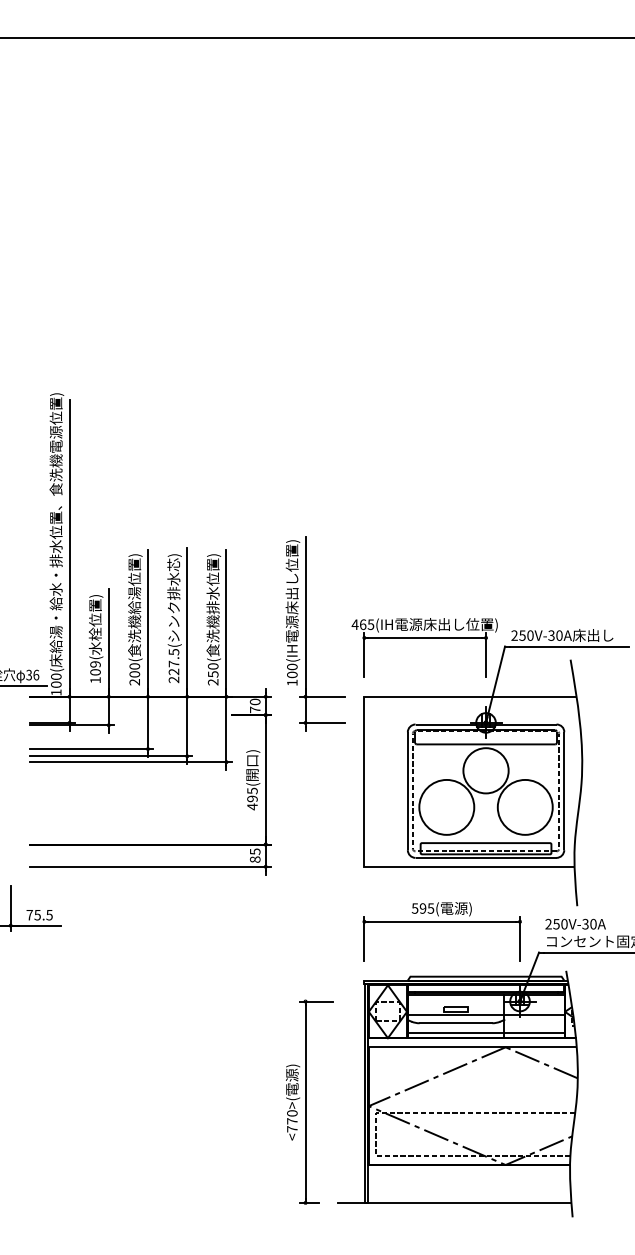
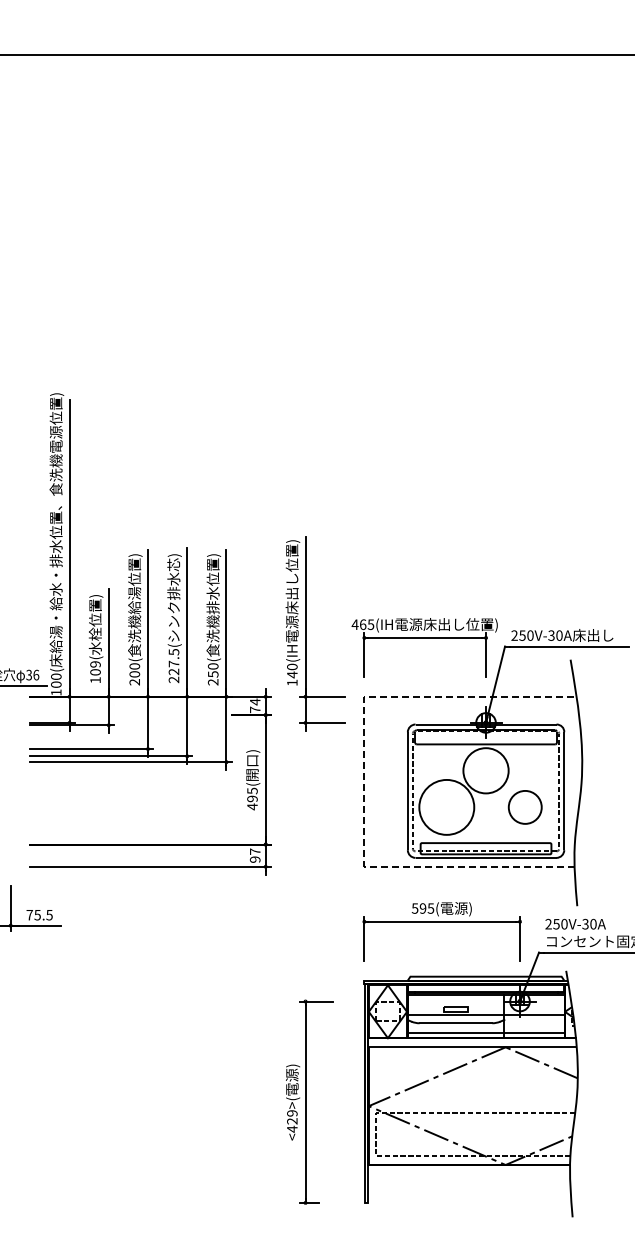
line at (316, 37) position: (316, 37) -> (316, 54)
text at (292, 674): 100 -> 140
text at (254, 701): 70 -> 74
line at (364, 780): solid -> dashed
circle at (524, 806) diameter: 55 px -> 33 px
text at (255, 855): 85 -> 97
text at (292, 1121): <770> -> <429>
line at (454, 1202): present -> none
